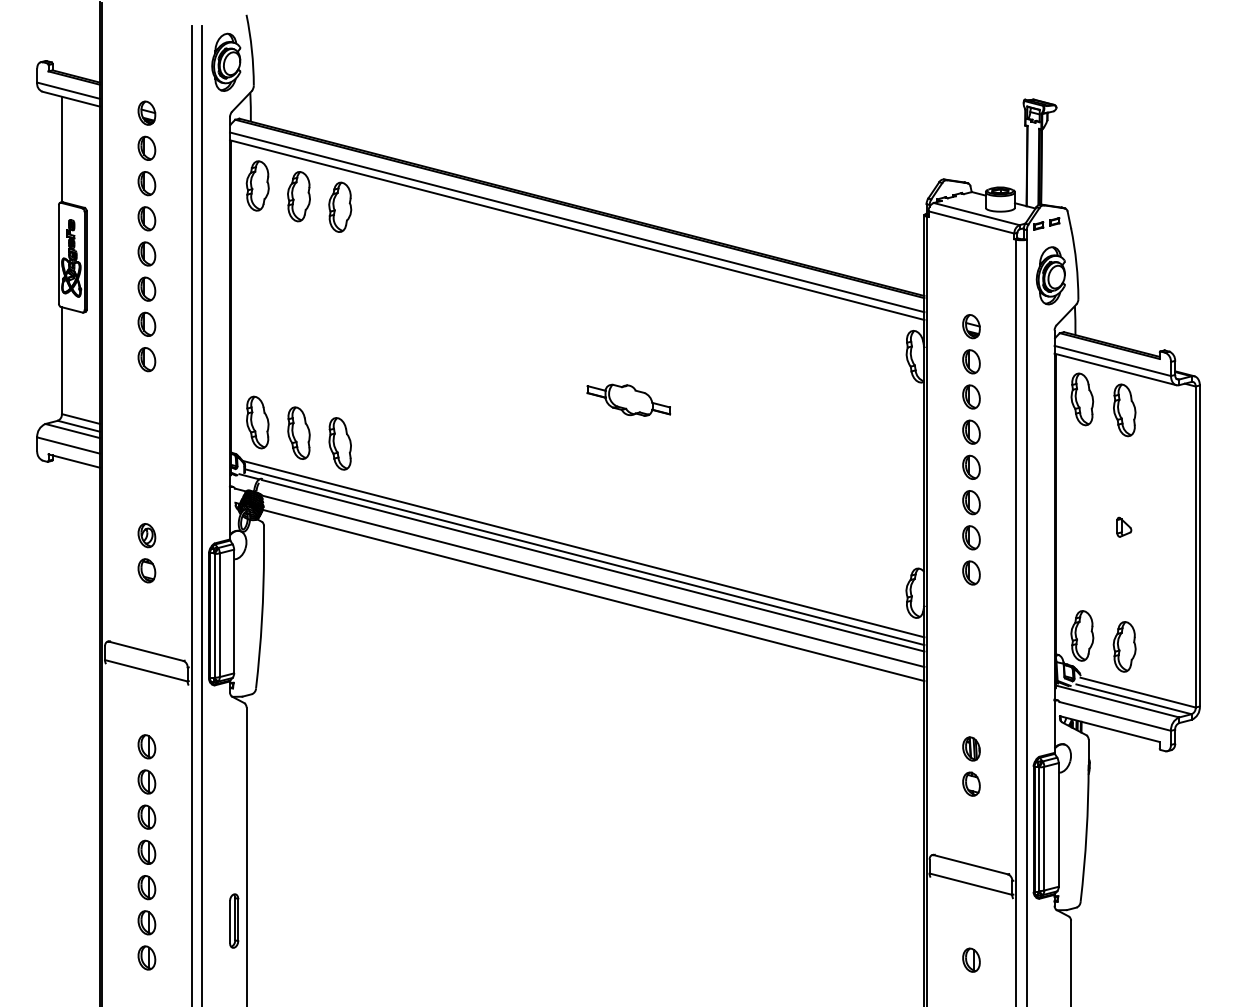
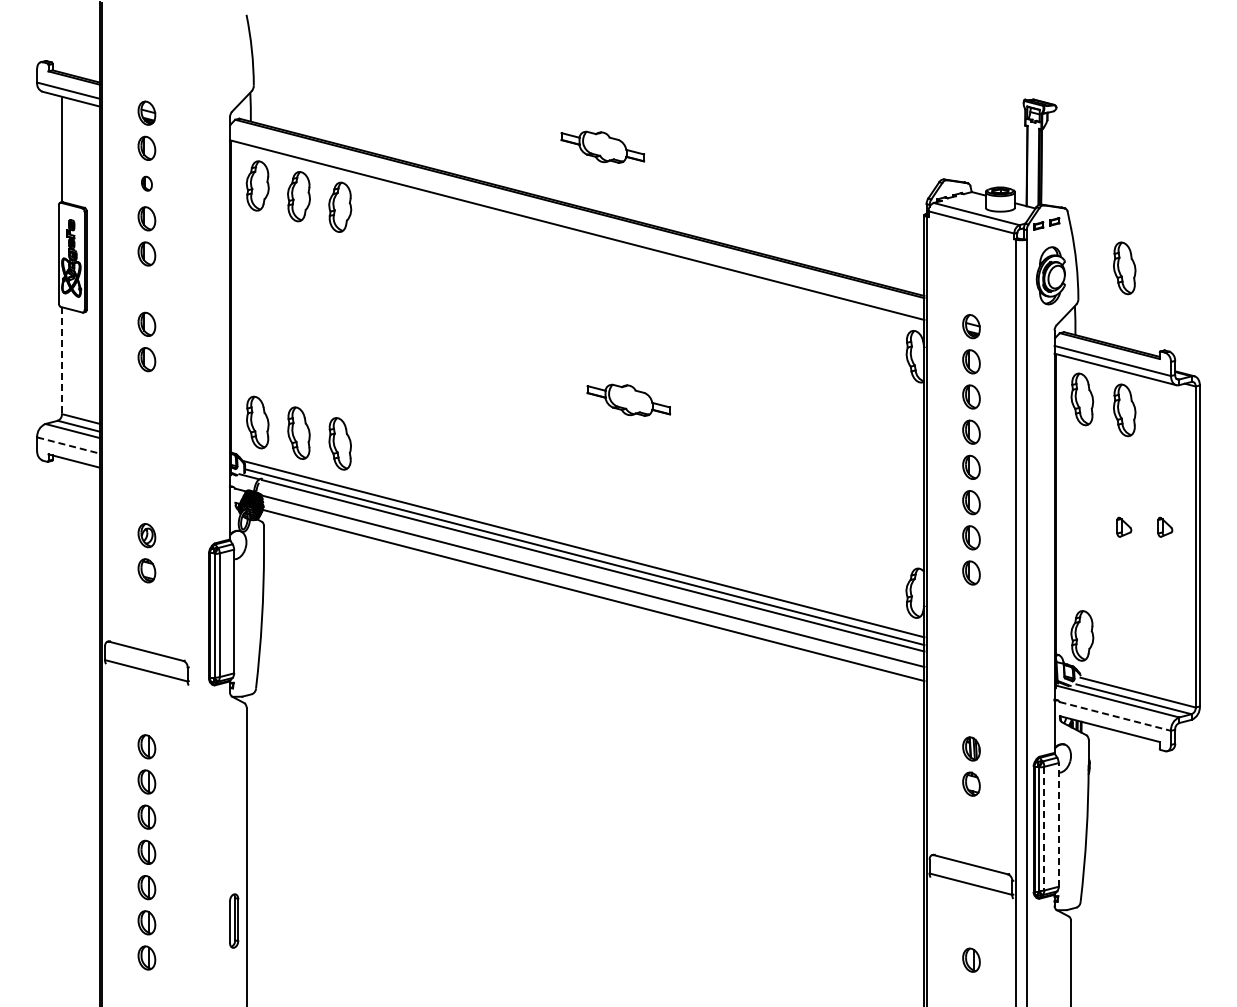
part at (226, 61): present -> none
part at (602, 146): none -> present
part at (146, 183) size: 20x26 px -> 12x17 px
line at (577, 222): present -> none
part at (1124, 268): none -> present
part at (146, 288): present -> none
line at (61, 361): solid -> dashed
line at (69, 445): solid -> dashed
line at (191, 514): present -> none
line at (202, 514): present -> none
part at (1165, 526): none -> present
part at (1124, 646): present -> none
line at (1115, 716): solid -> dashed
line at (1058, 824): solid -> dashed
line at (1044, 828): solid -> dashed
